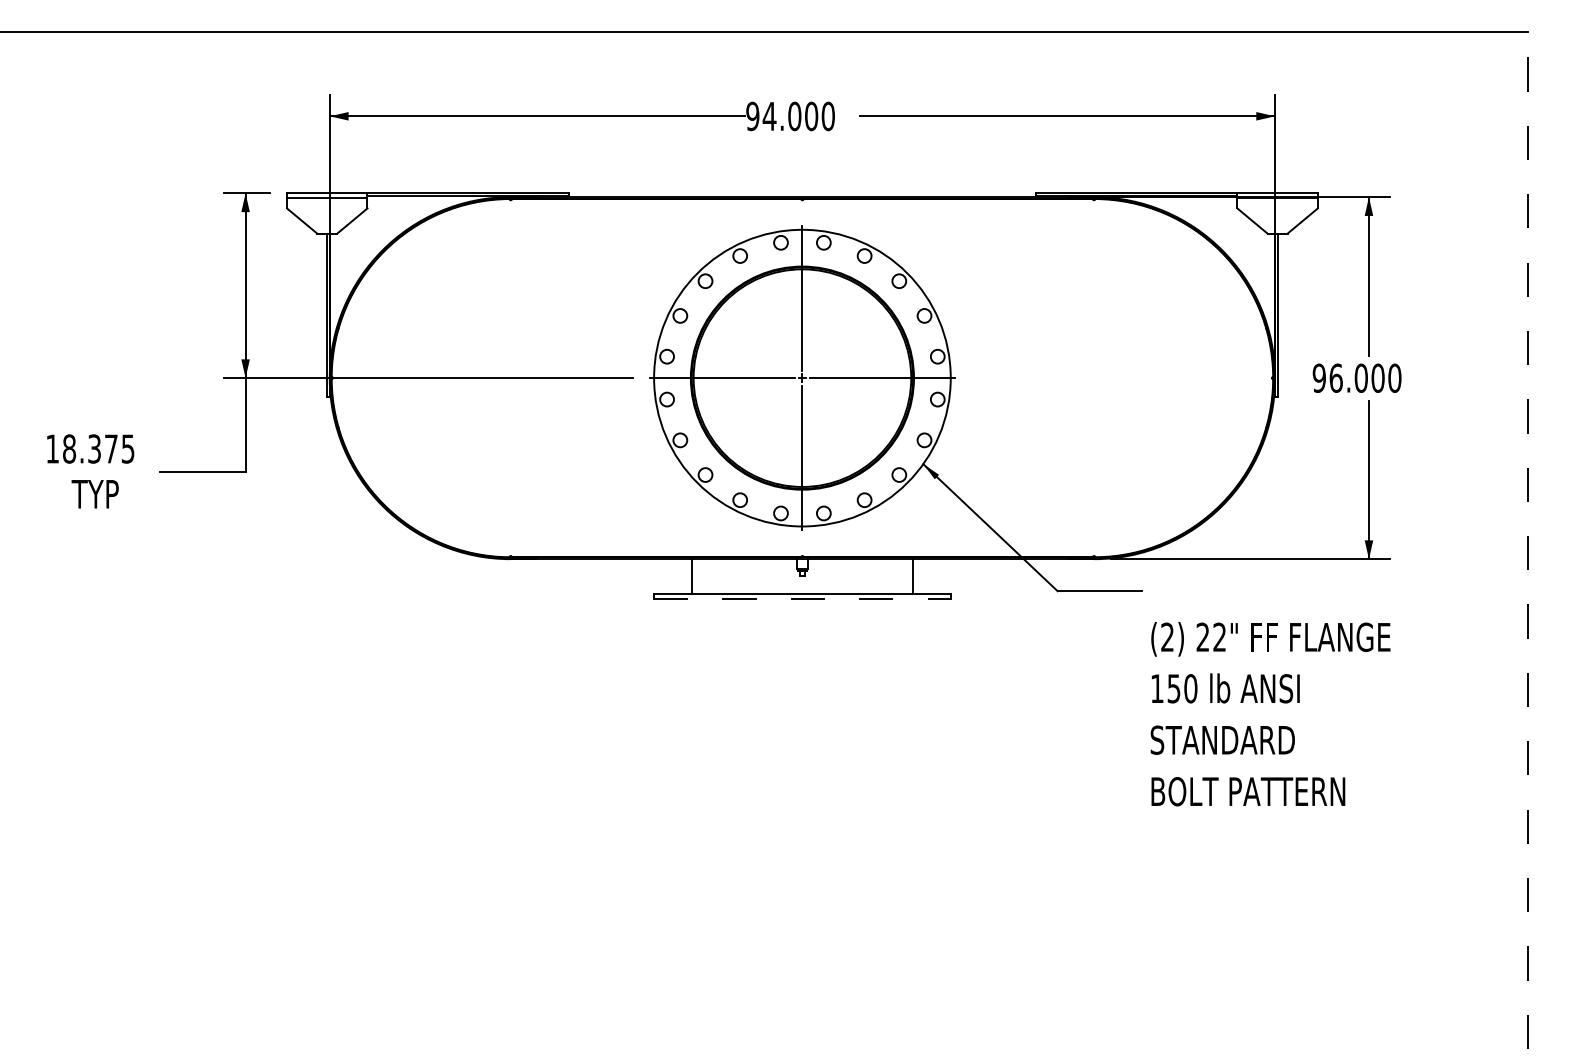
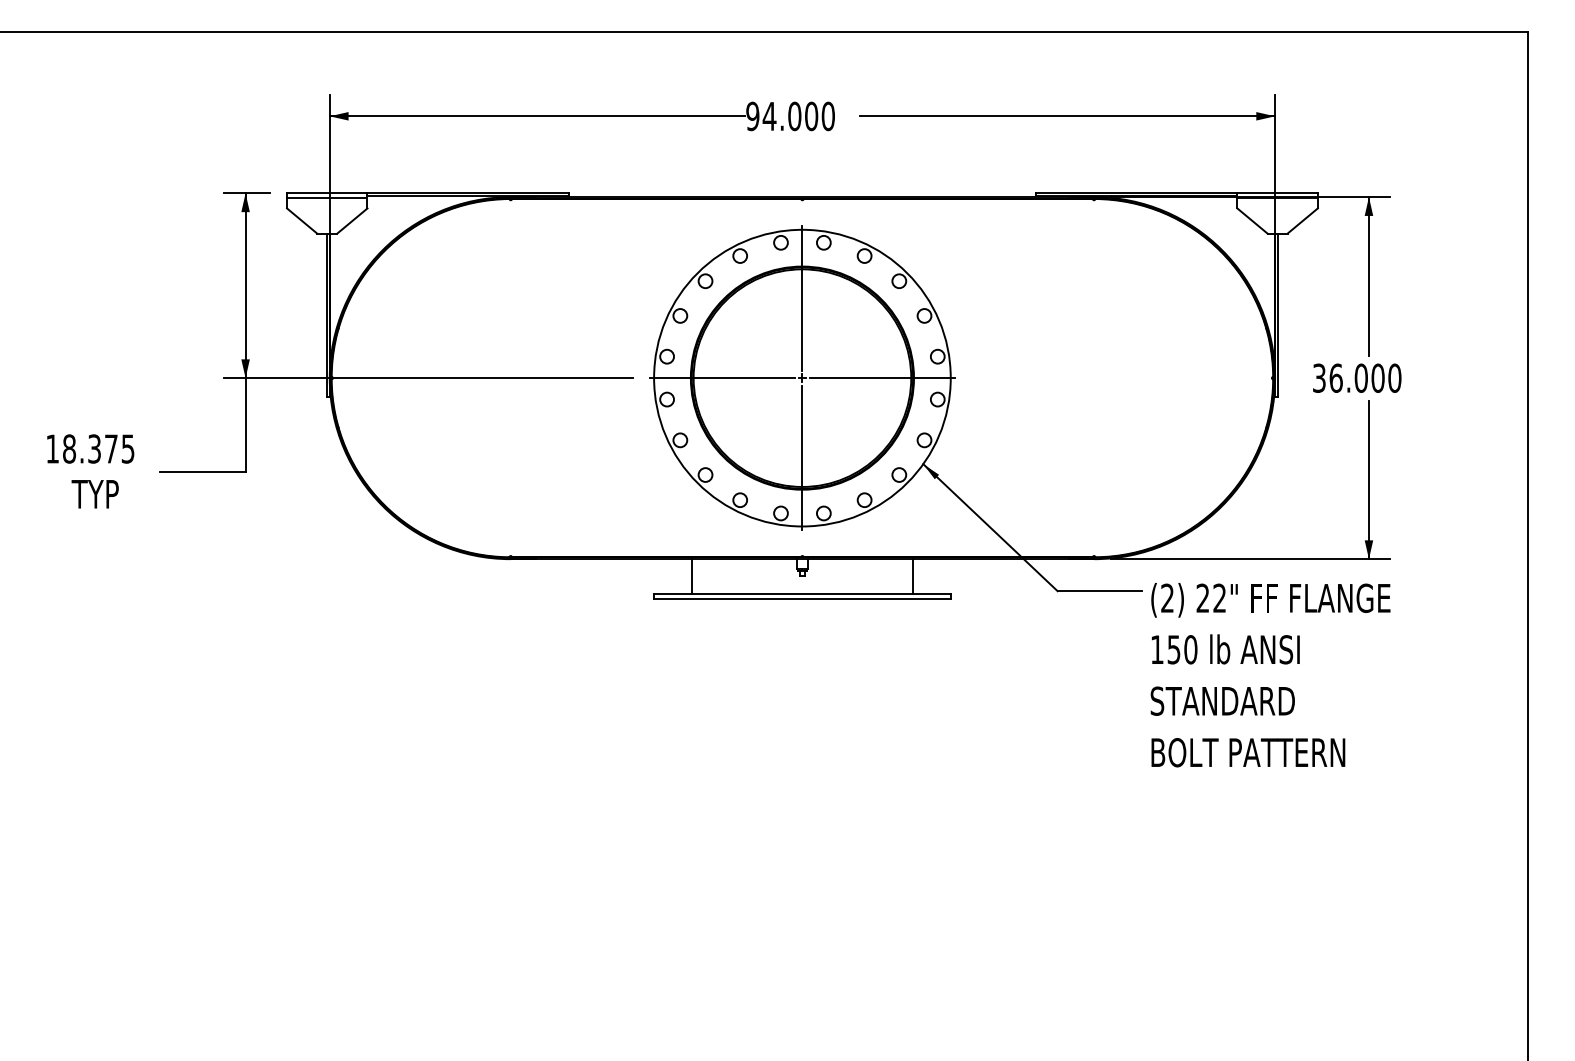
text at (1318, 377): 96.000 -> 36.000
line at (1527, 545): dashed -> solid
line at (802, 599): dashed -> solid
text at (1270, 714) position: (1270, 714) -> (1270, 675)
